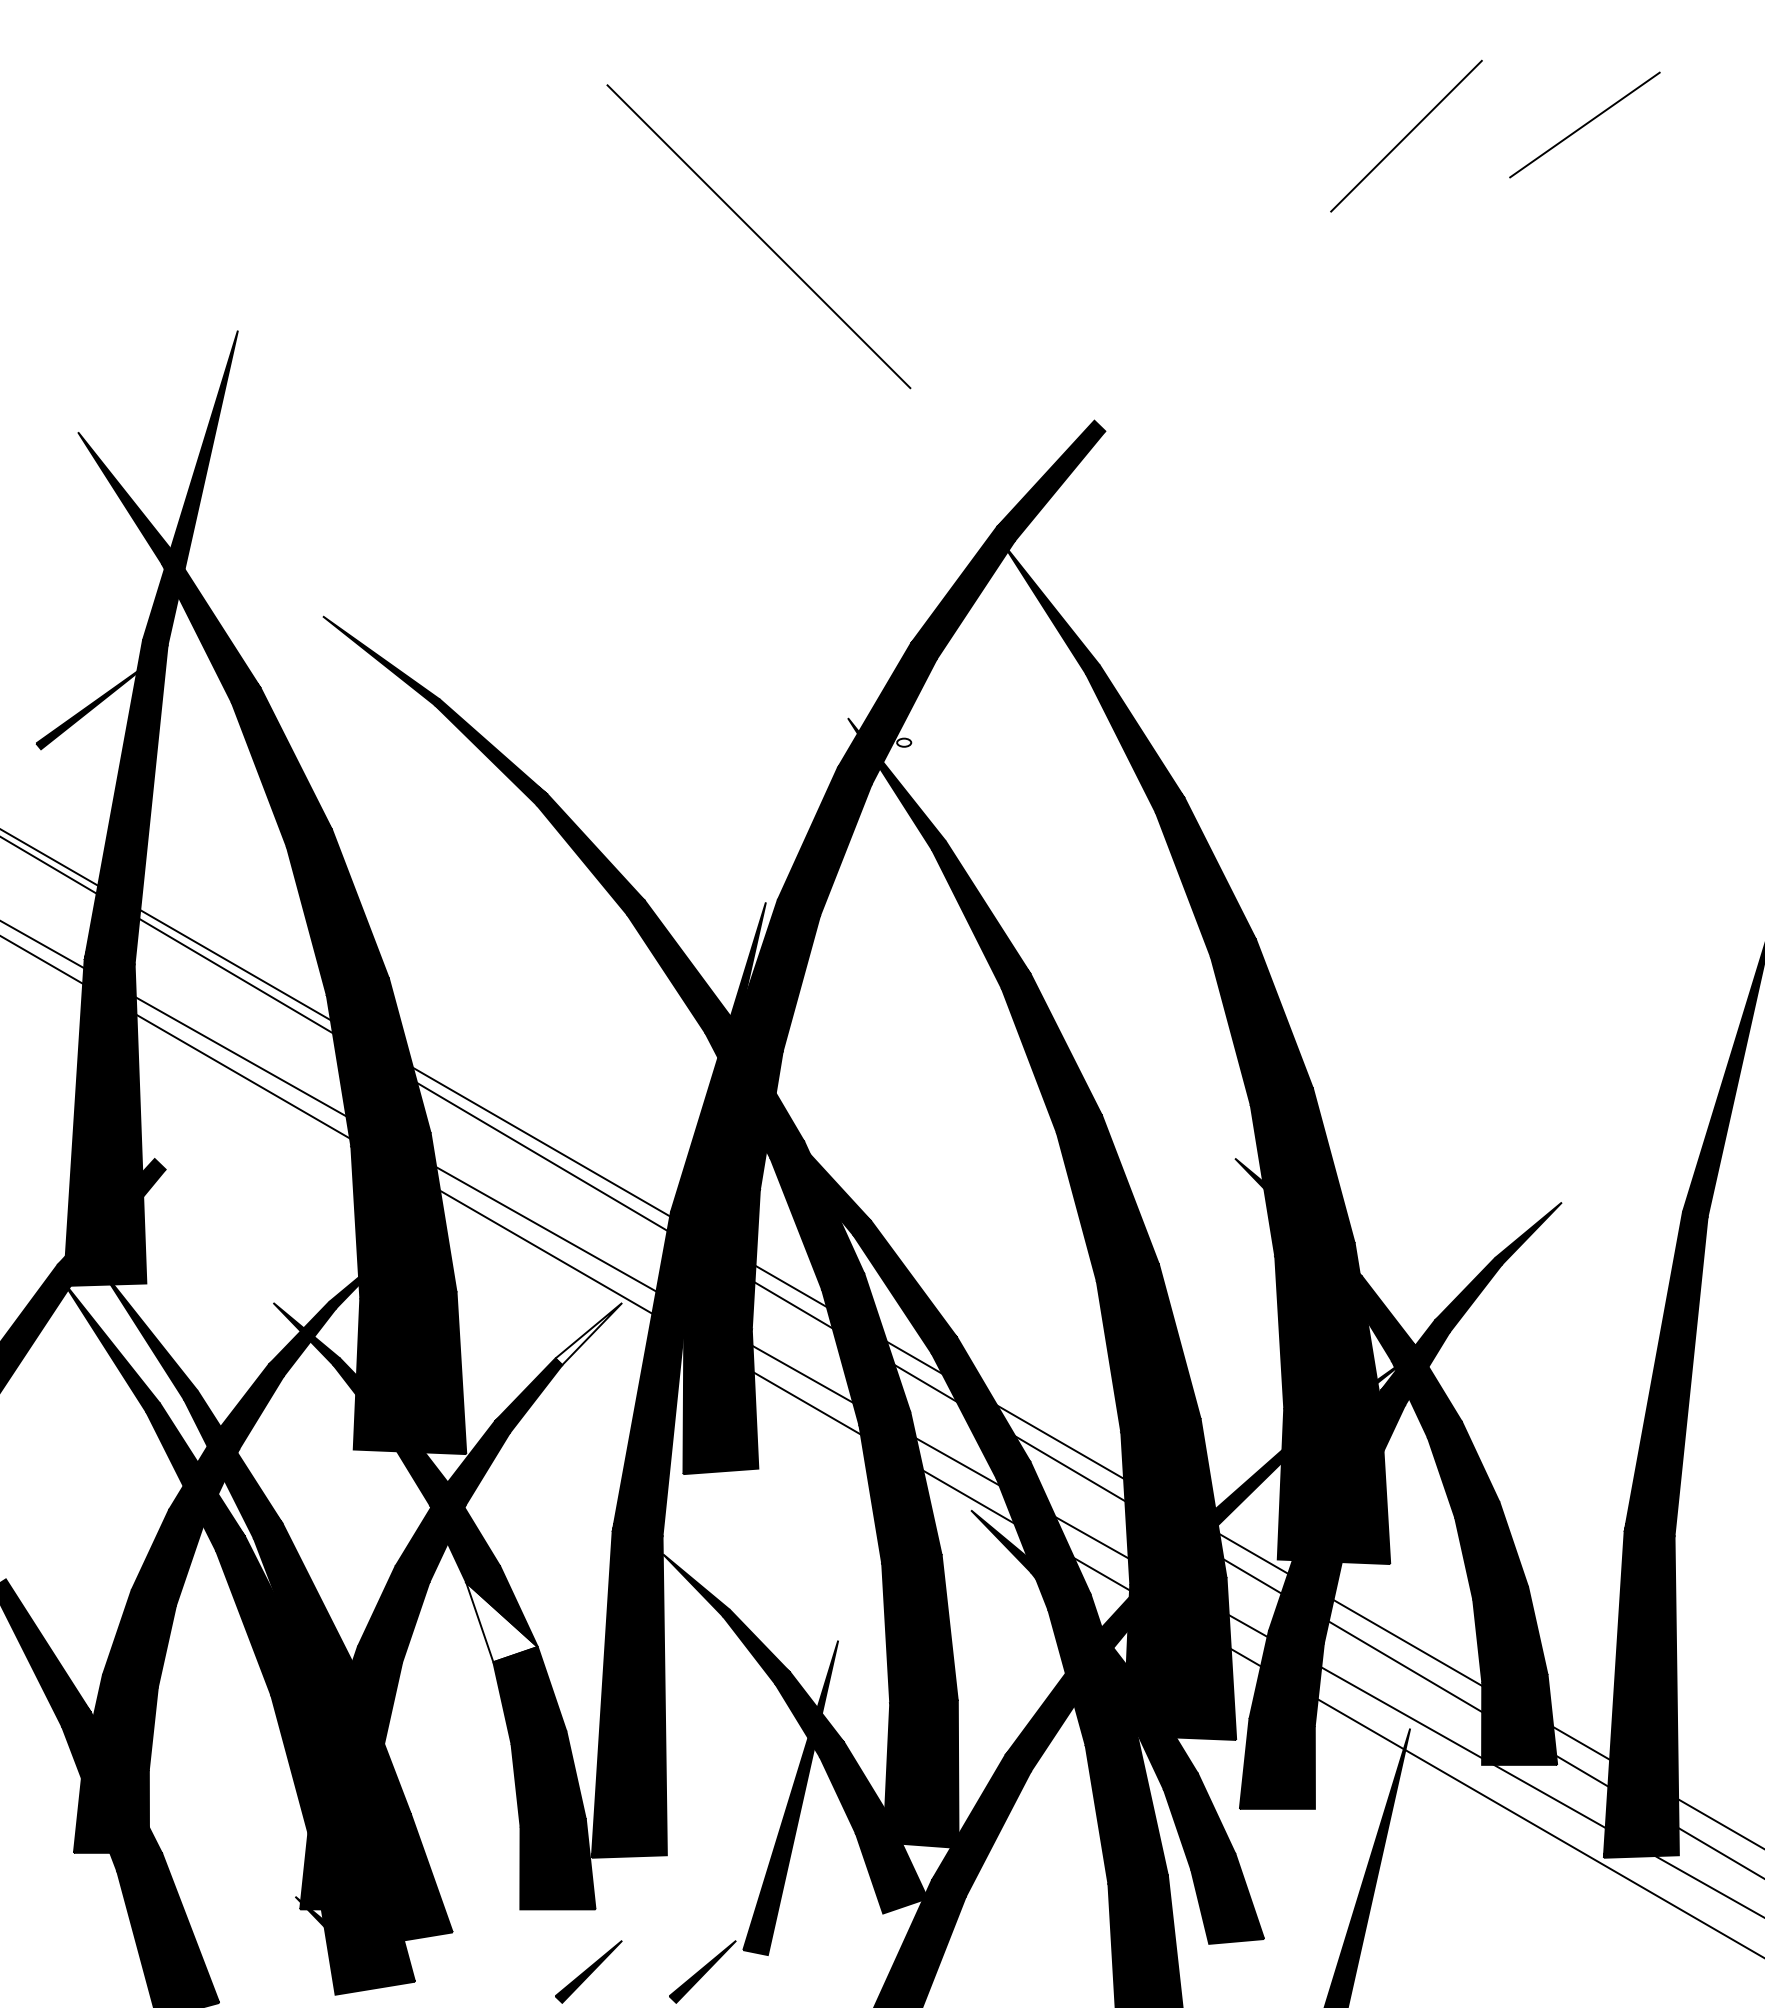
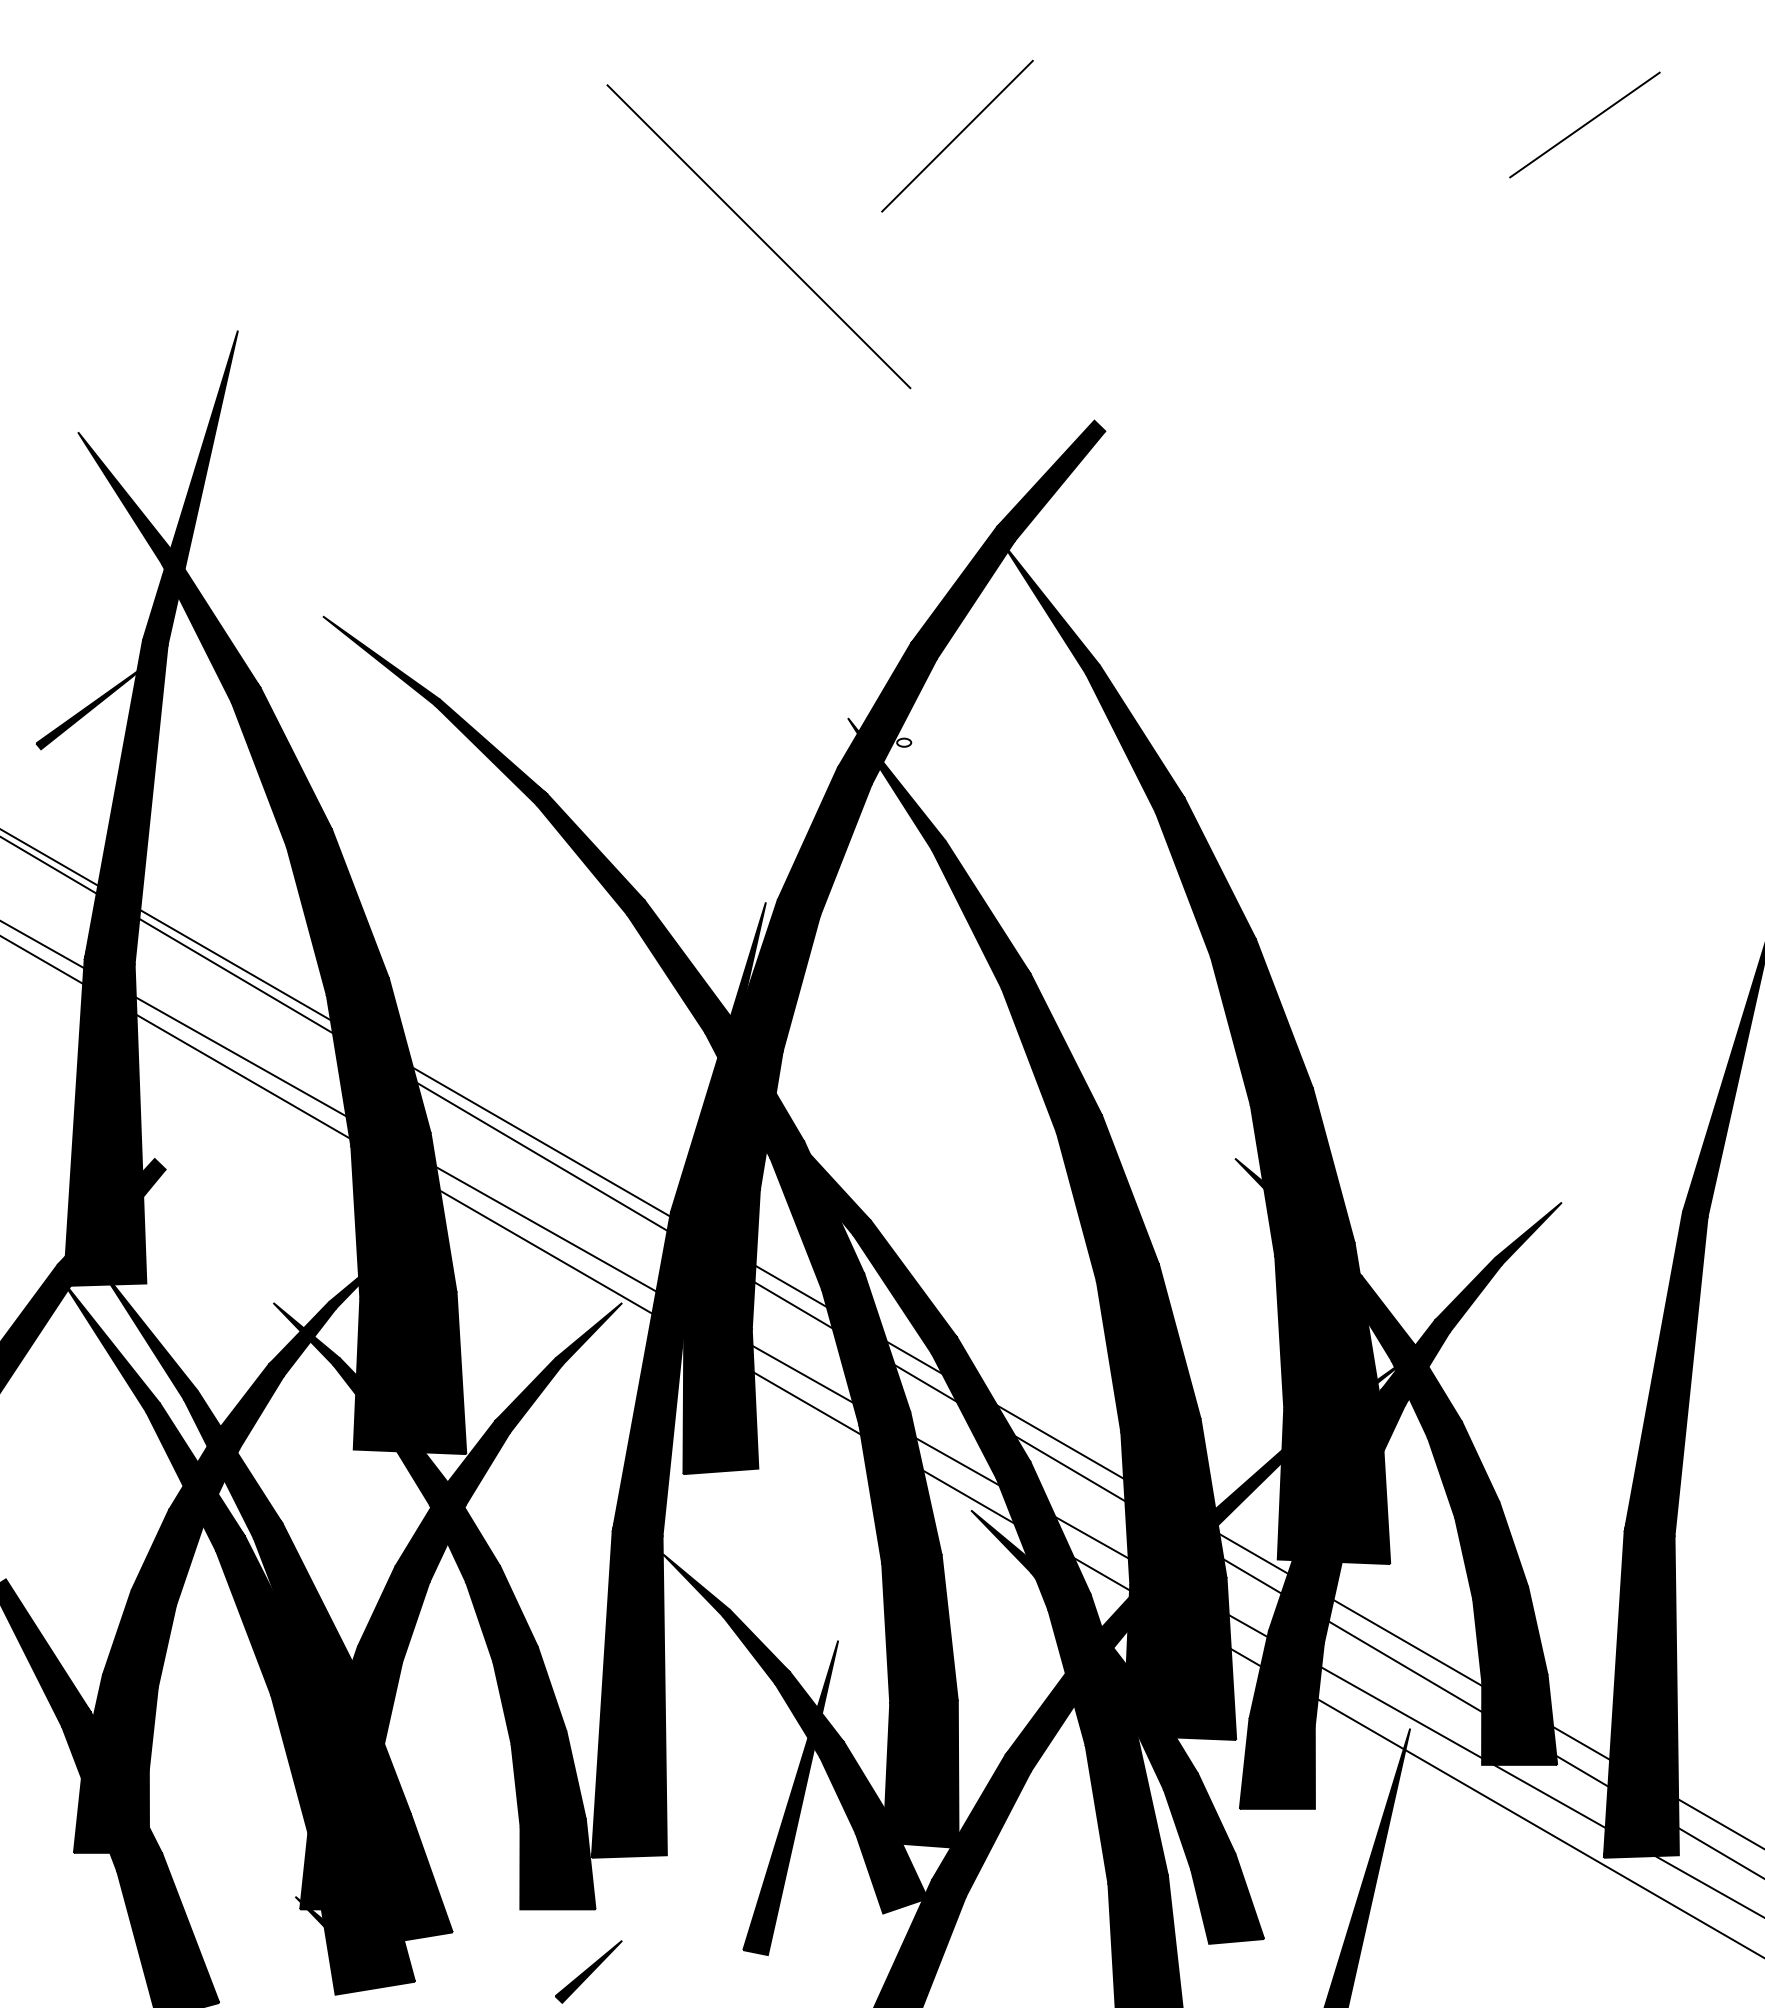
line at (1406, 135) position: (1406, 135) -> (957, 135)
fill at (588, 1333): none -> present
fill at (501, 1622): none -> present
part at (702, 1971): present -> none
